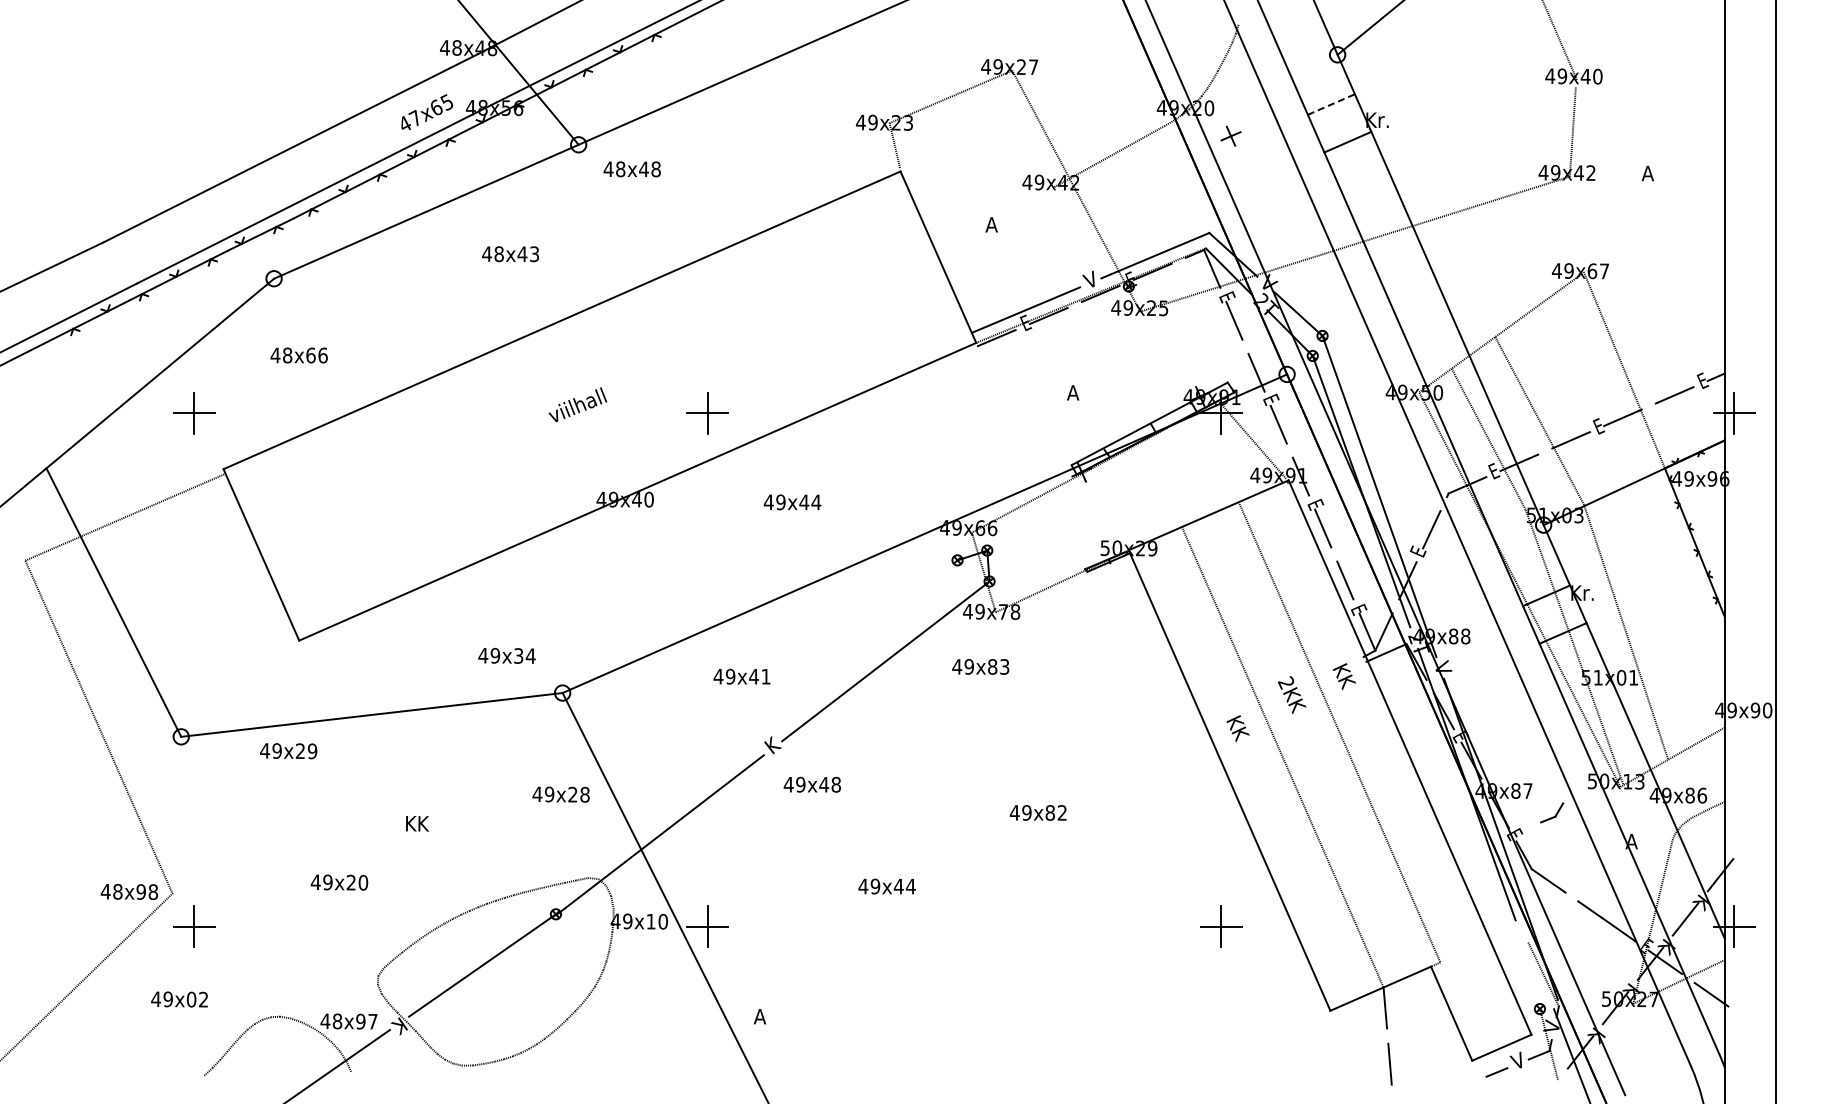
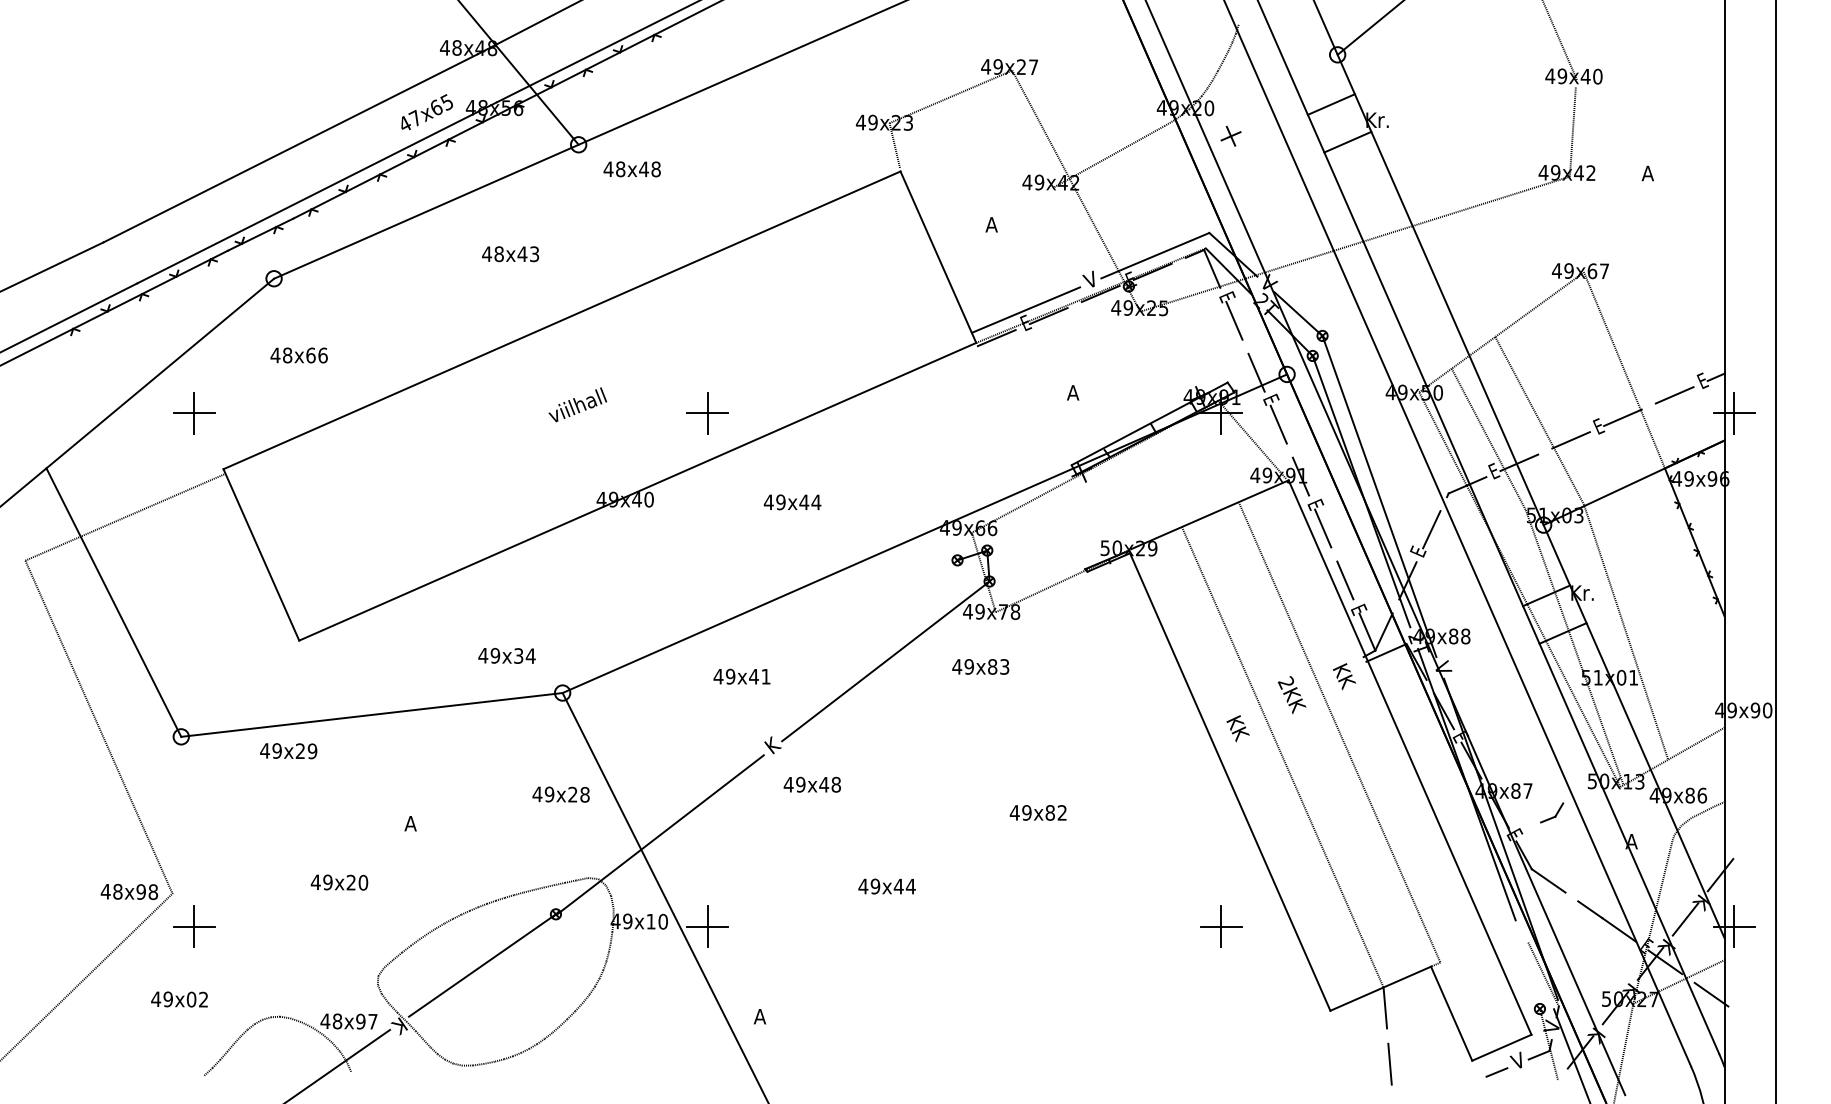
line at (1331, 104): dashed -> solid
text at (416, 823): KK -> A
line at (1623, 1051): none -> present
